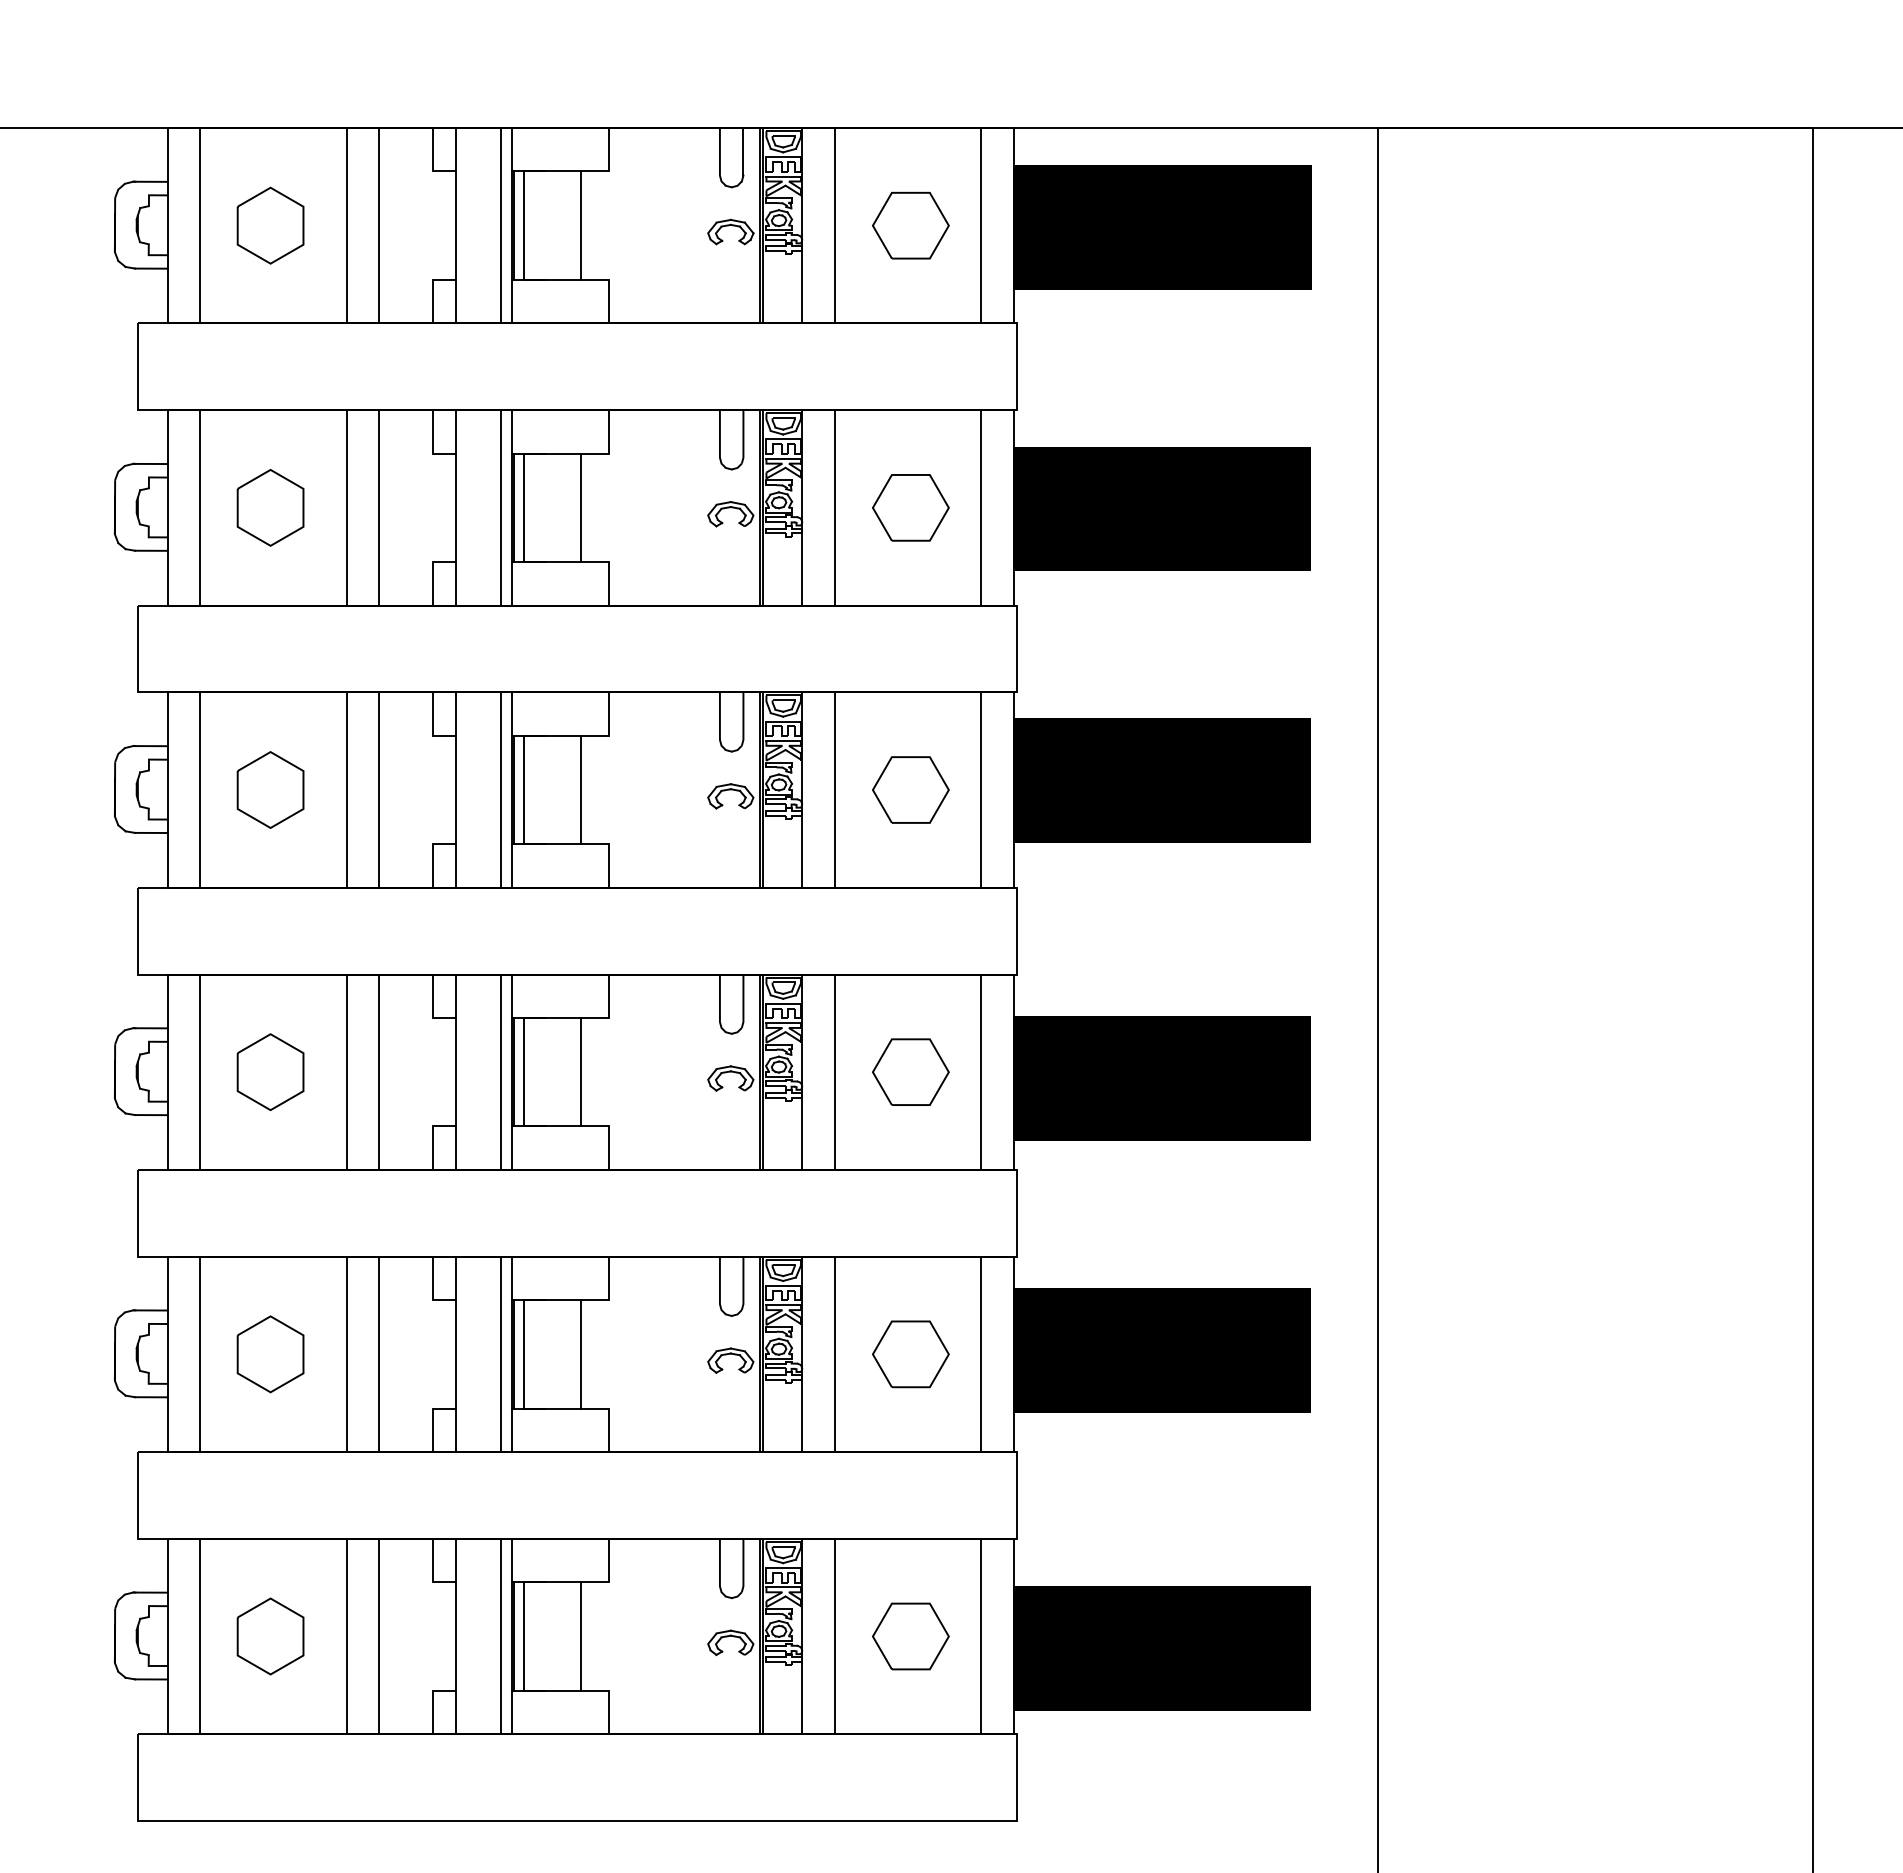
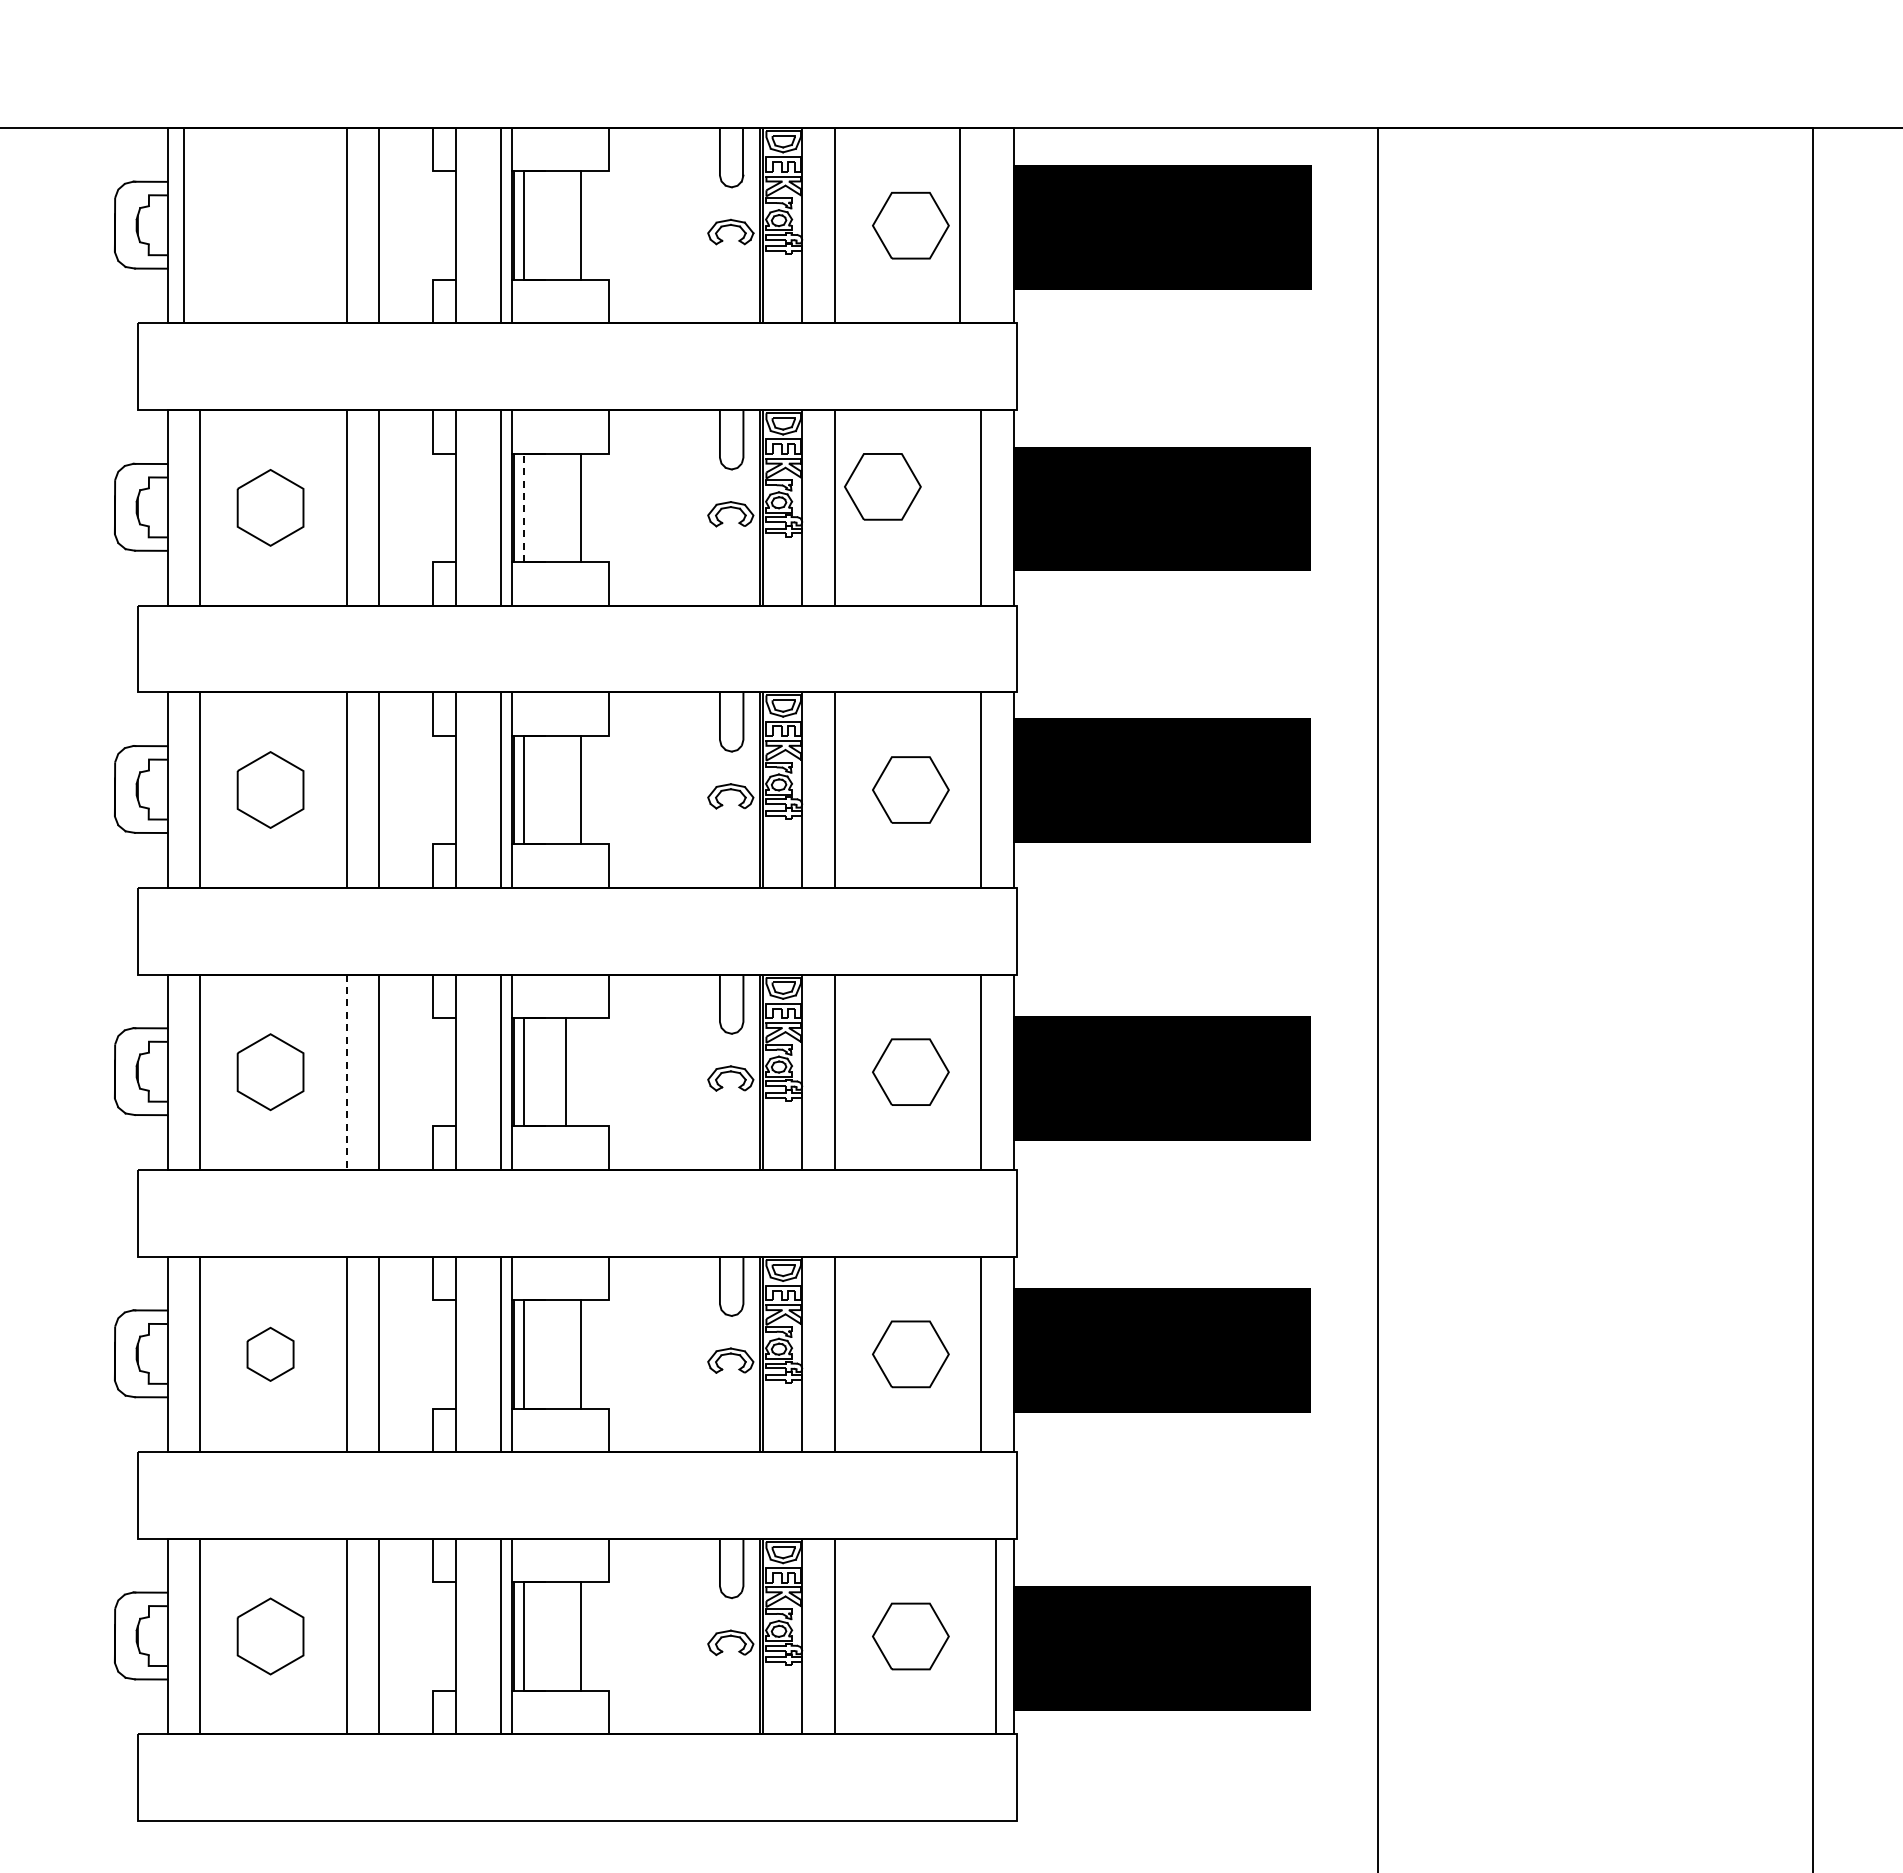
line at (200, 225) position: (200, 225) -> (184, 225)
part at (270, 225): present -> none
line at (981, 225) position: (981, 225) -> (960, 225)
line at (524, 507): solid -> dashed
part at (910, 507) position: (910, 507) -> (882, 486)
line at (580, 1071) position: (580, 1071) -> (565, 1071)
line at (346, 1072): solid -> dashed
part at (270, 1354) size: 69x79 px -> 49x56 px
line at (981, 1636) position: (981, 1636) -> (996, 1636)
